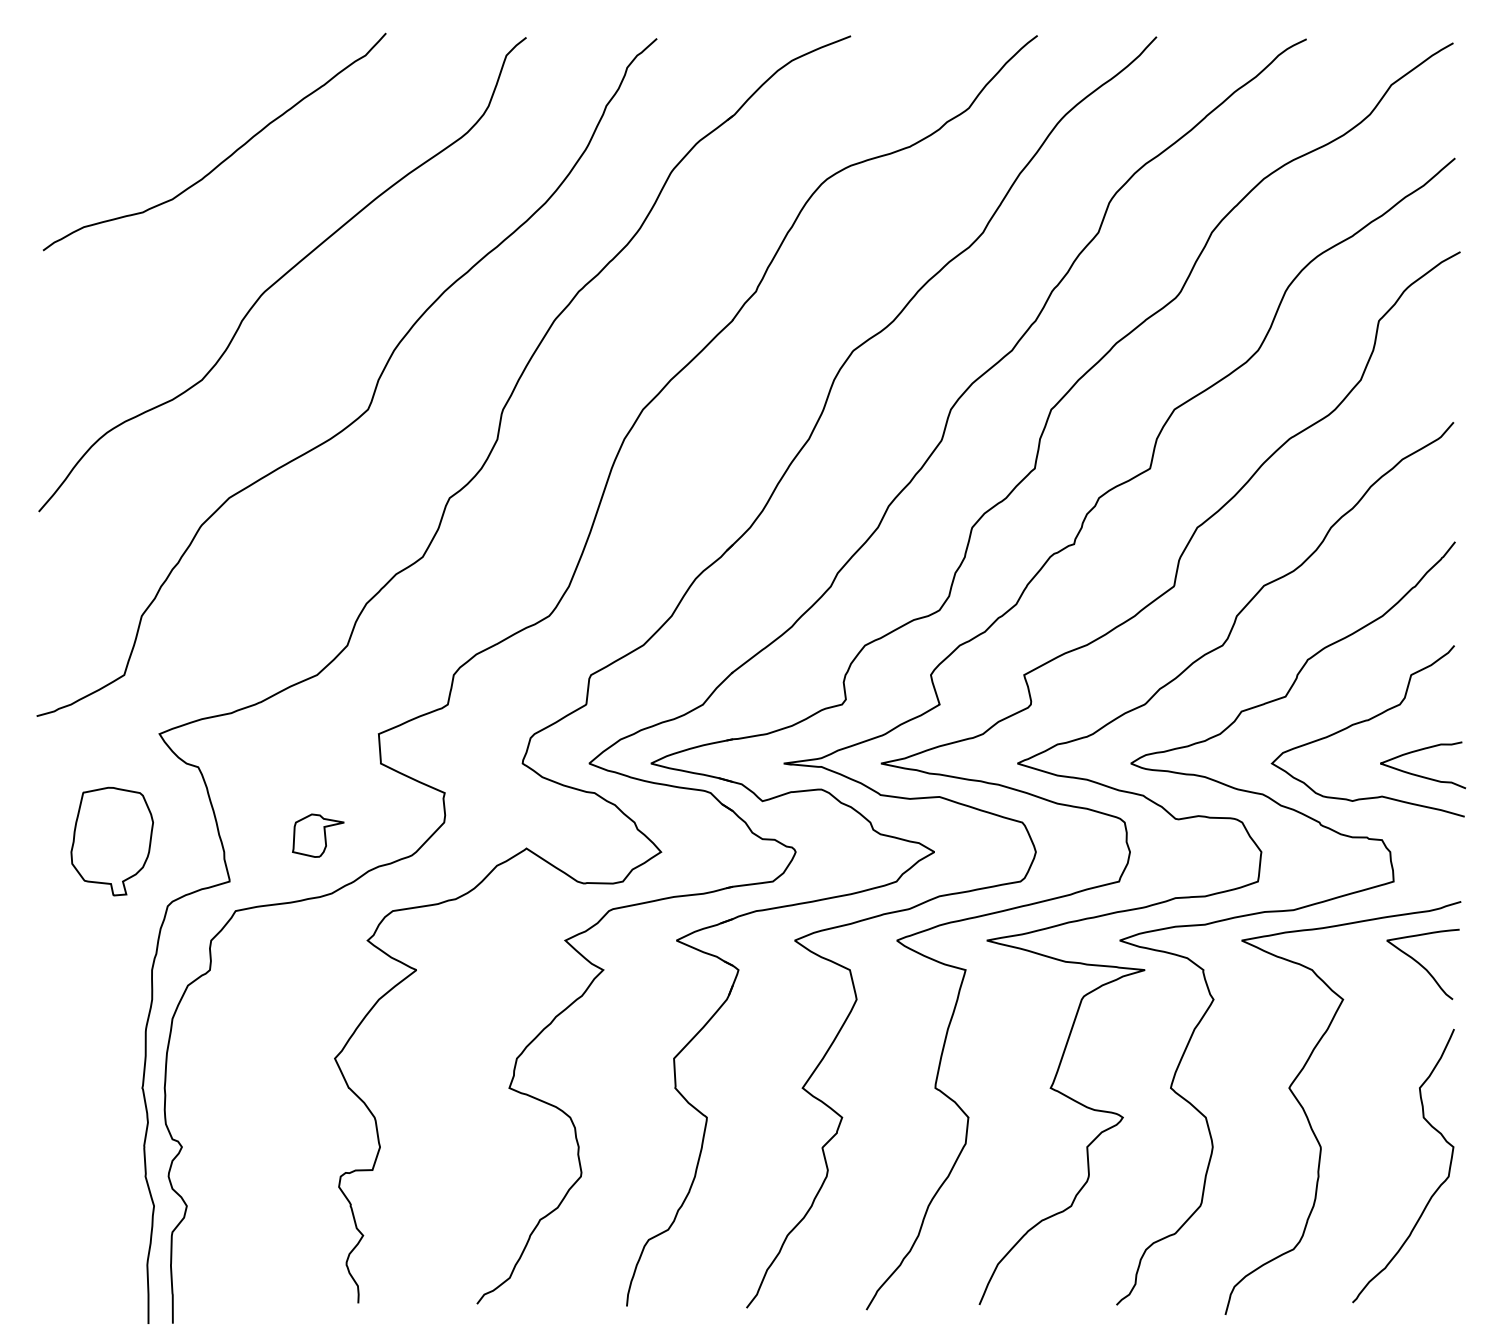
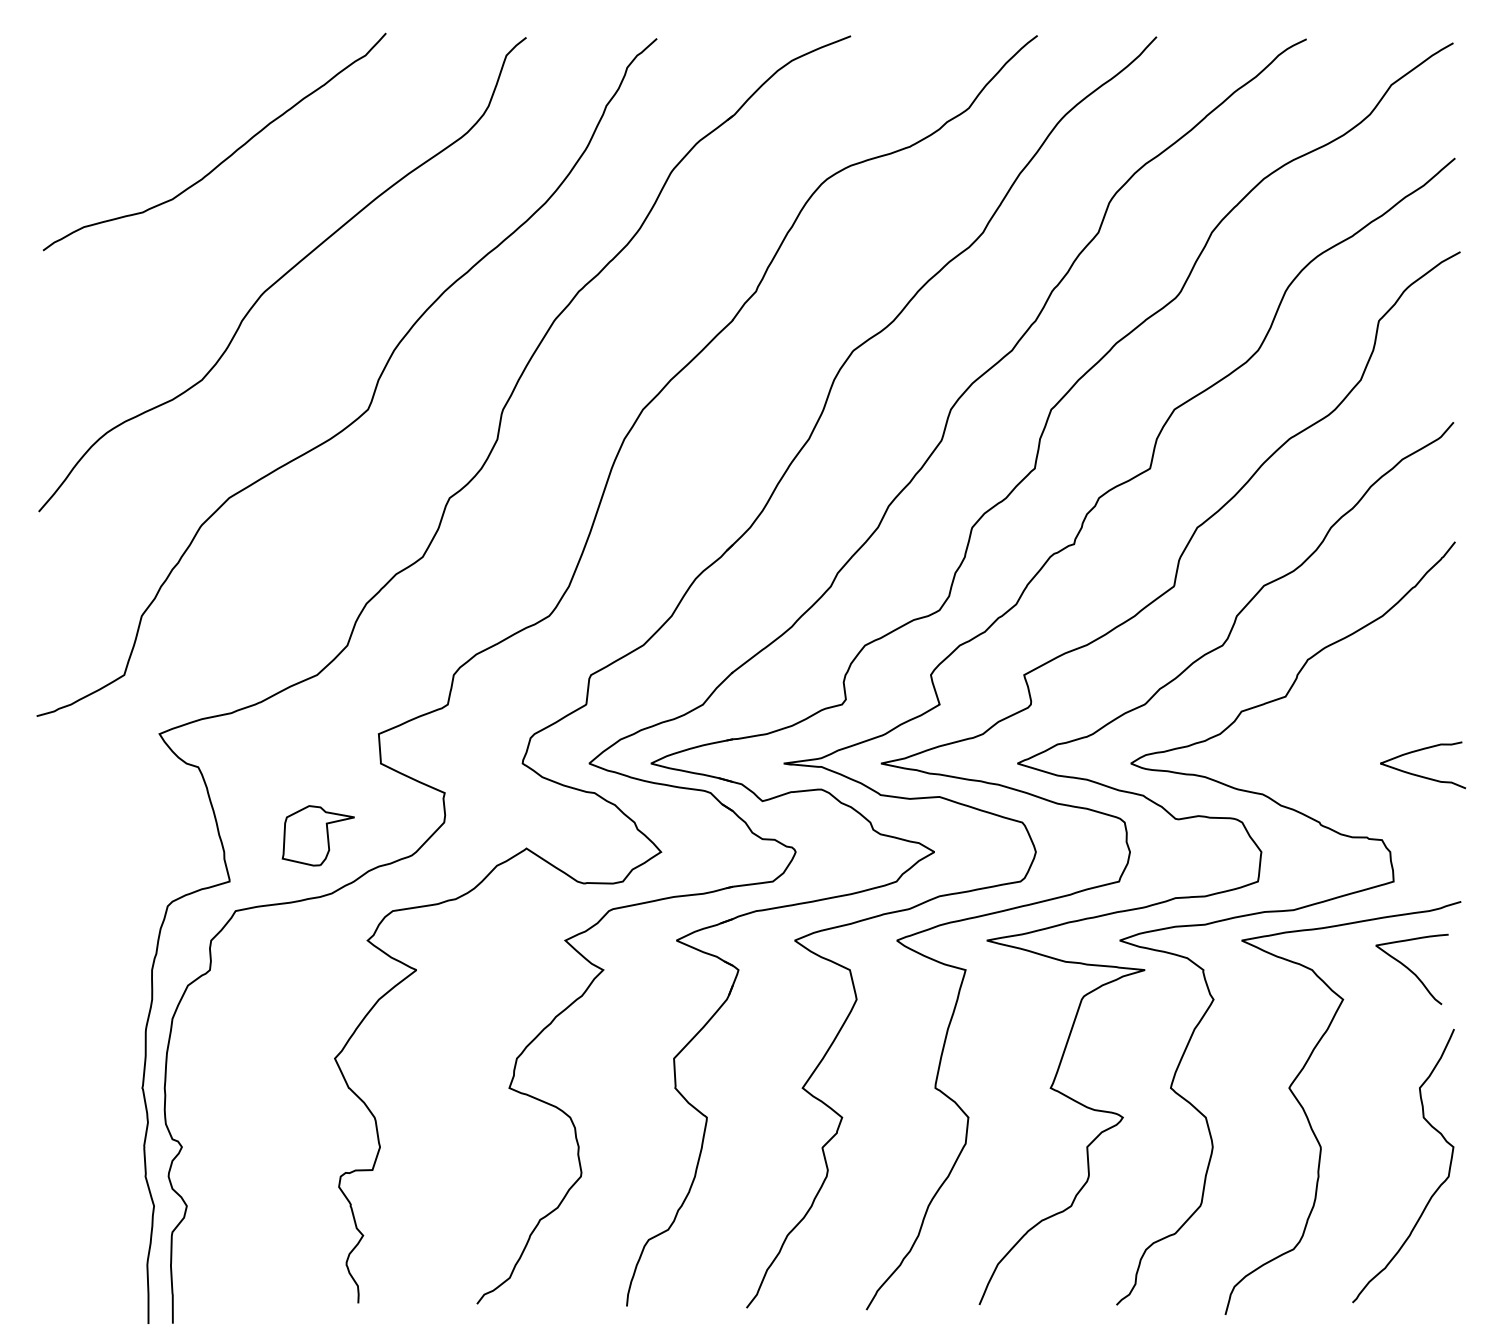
curve at (1363, 722): present -> none
part at (318, 835) size: 53x45 px -> 74x62 px
part at (111, 841): present -> none
curve at (1421, 964) position: (1421, 964) -> (1410, 969)
